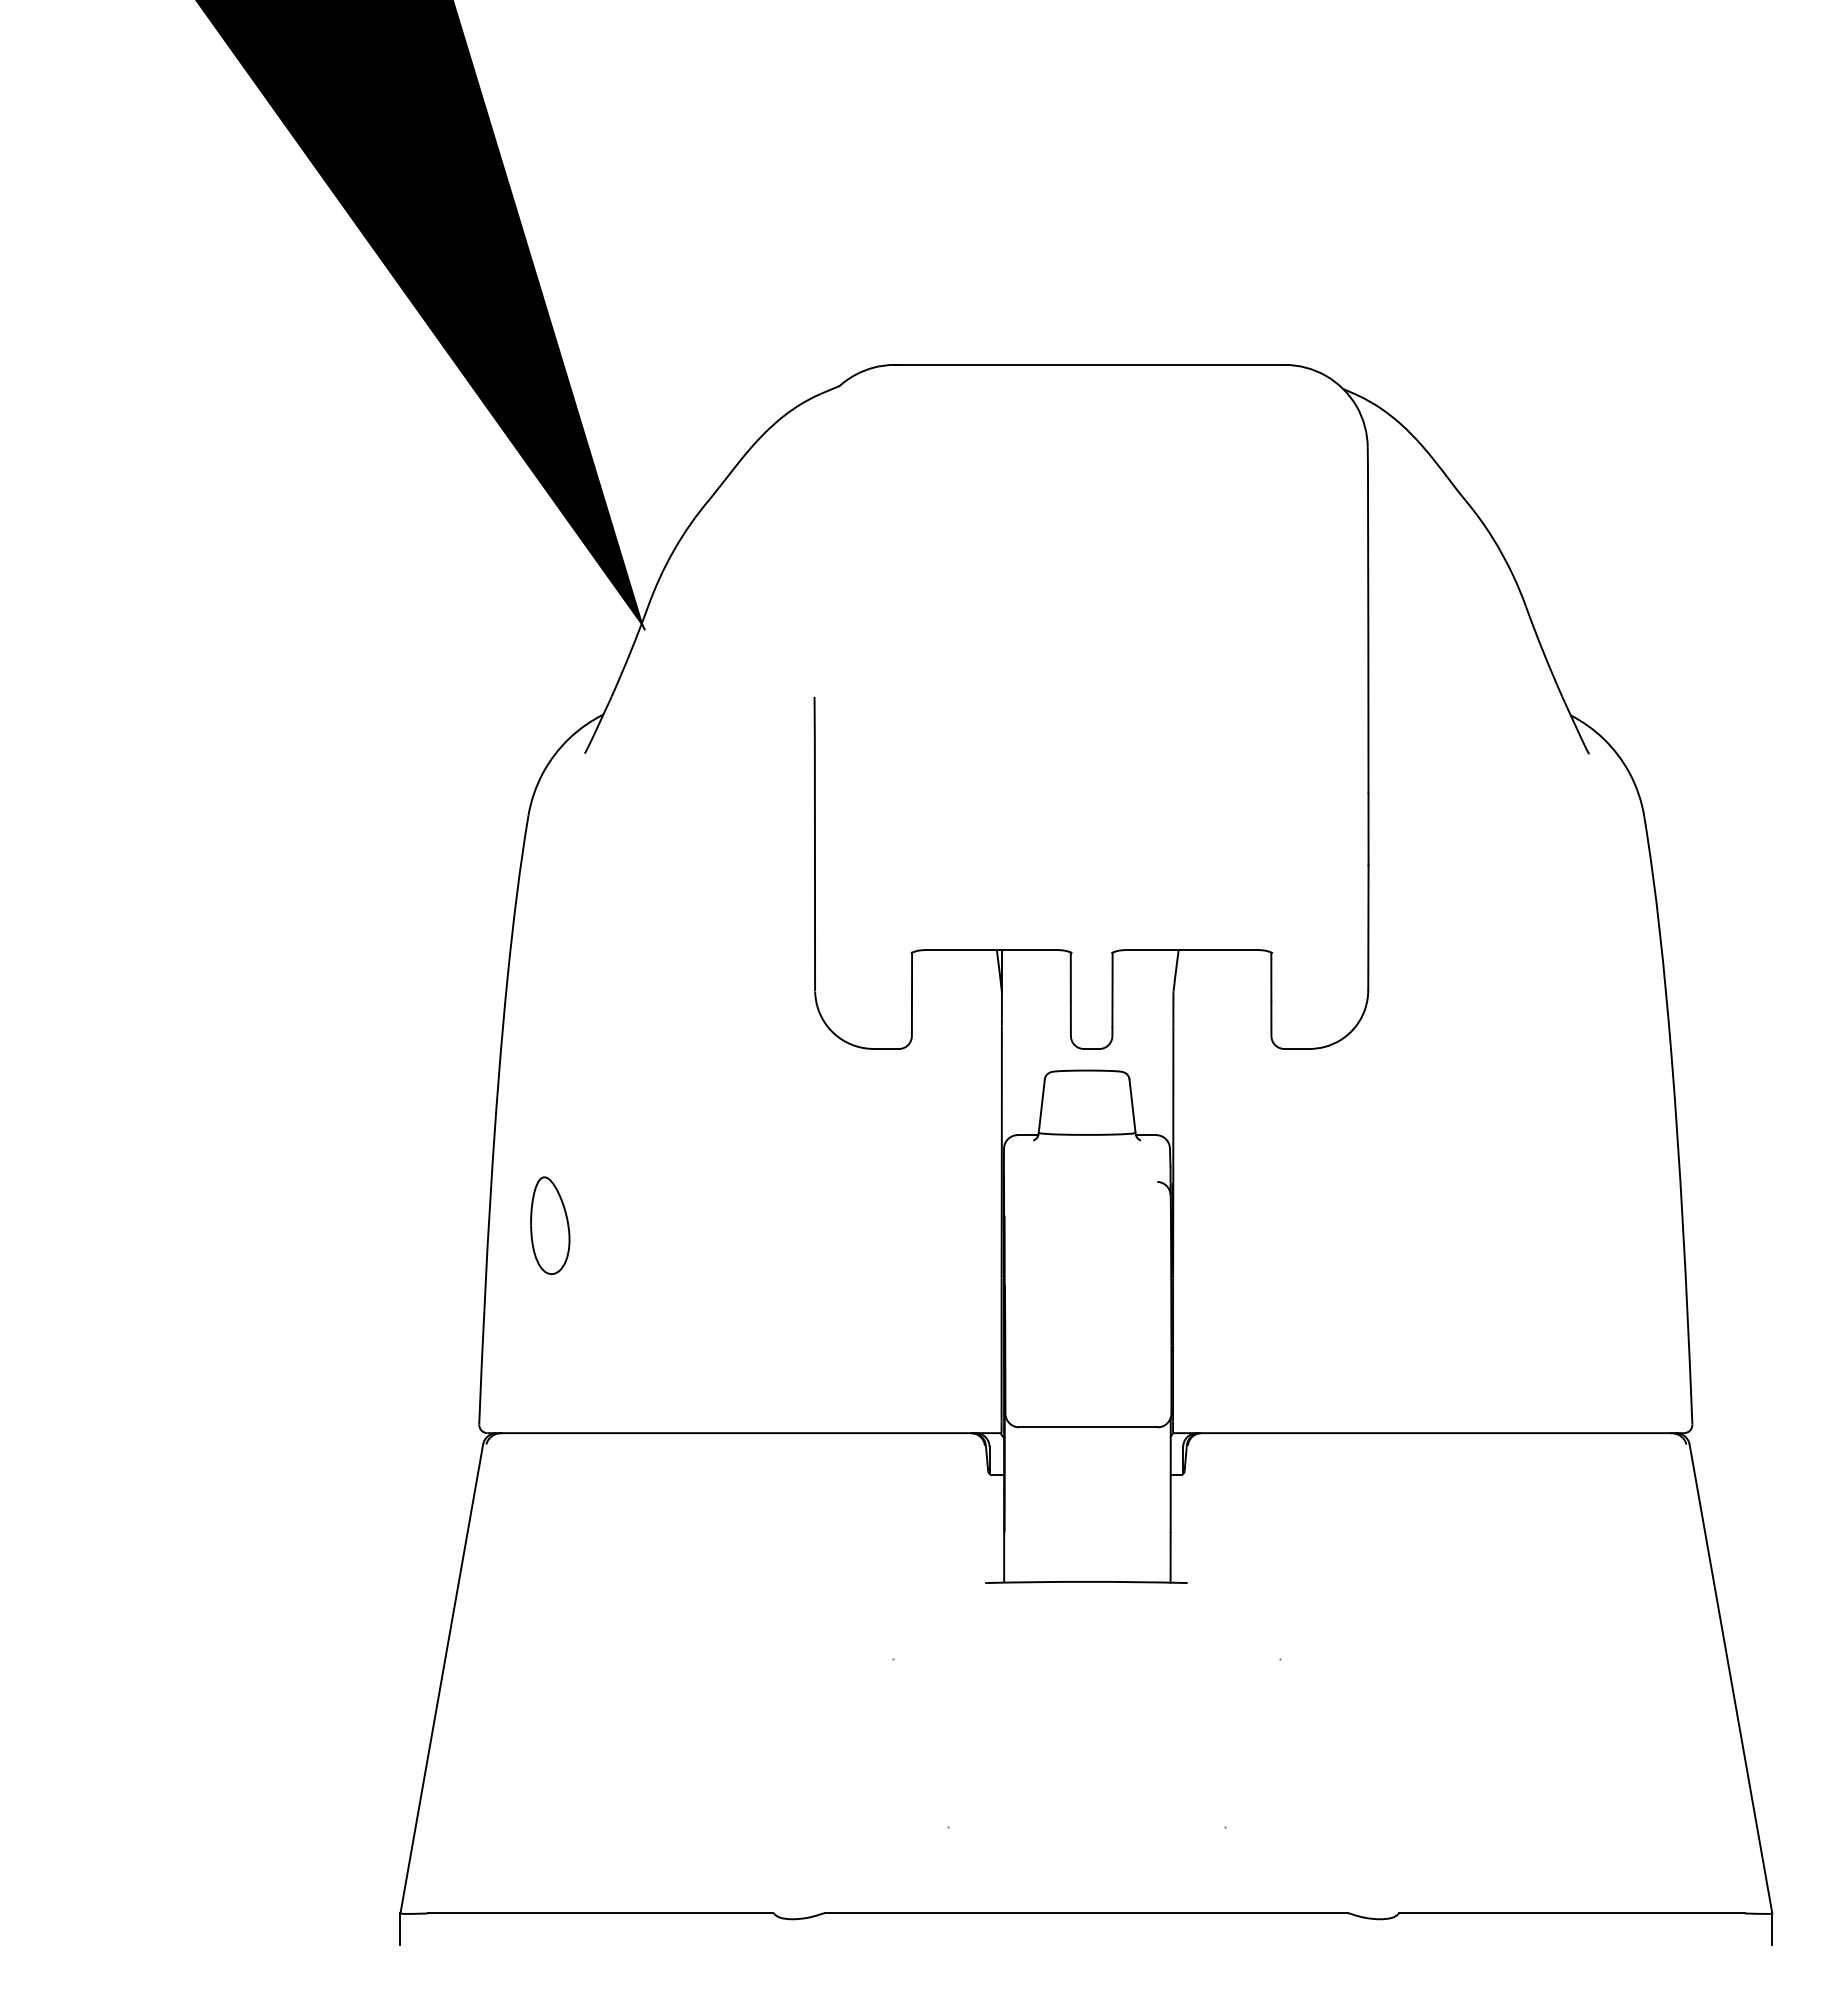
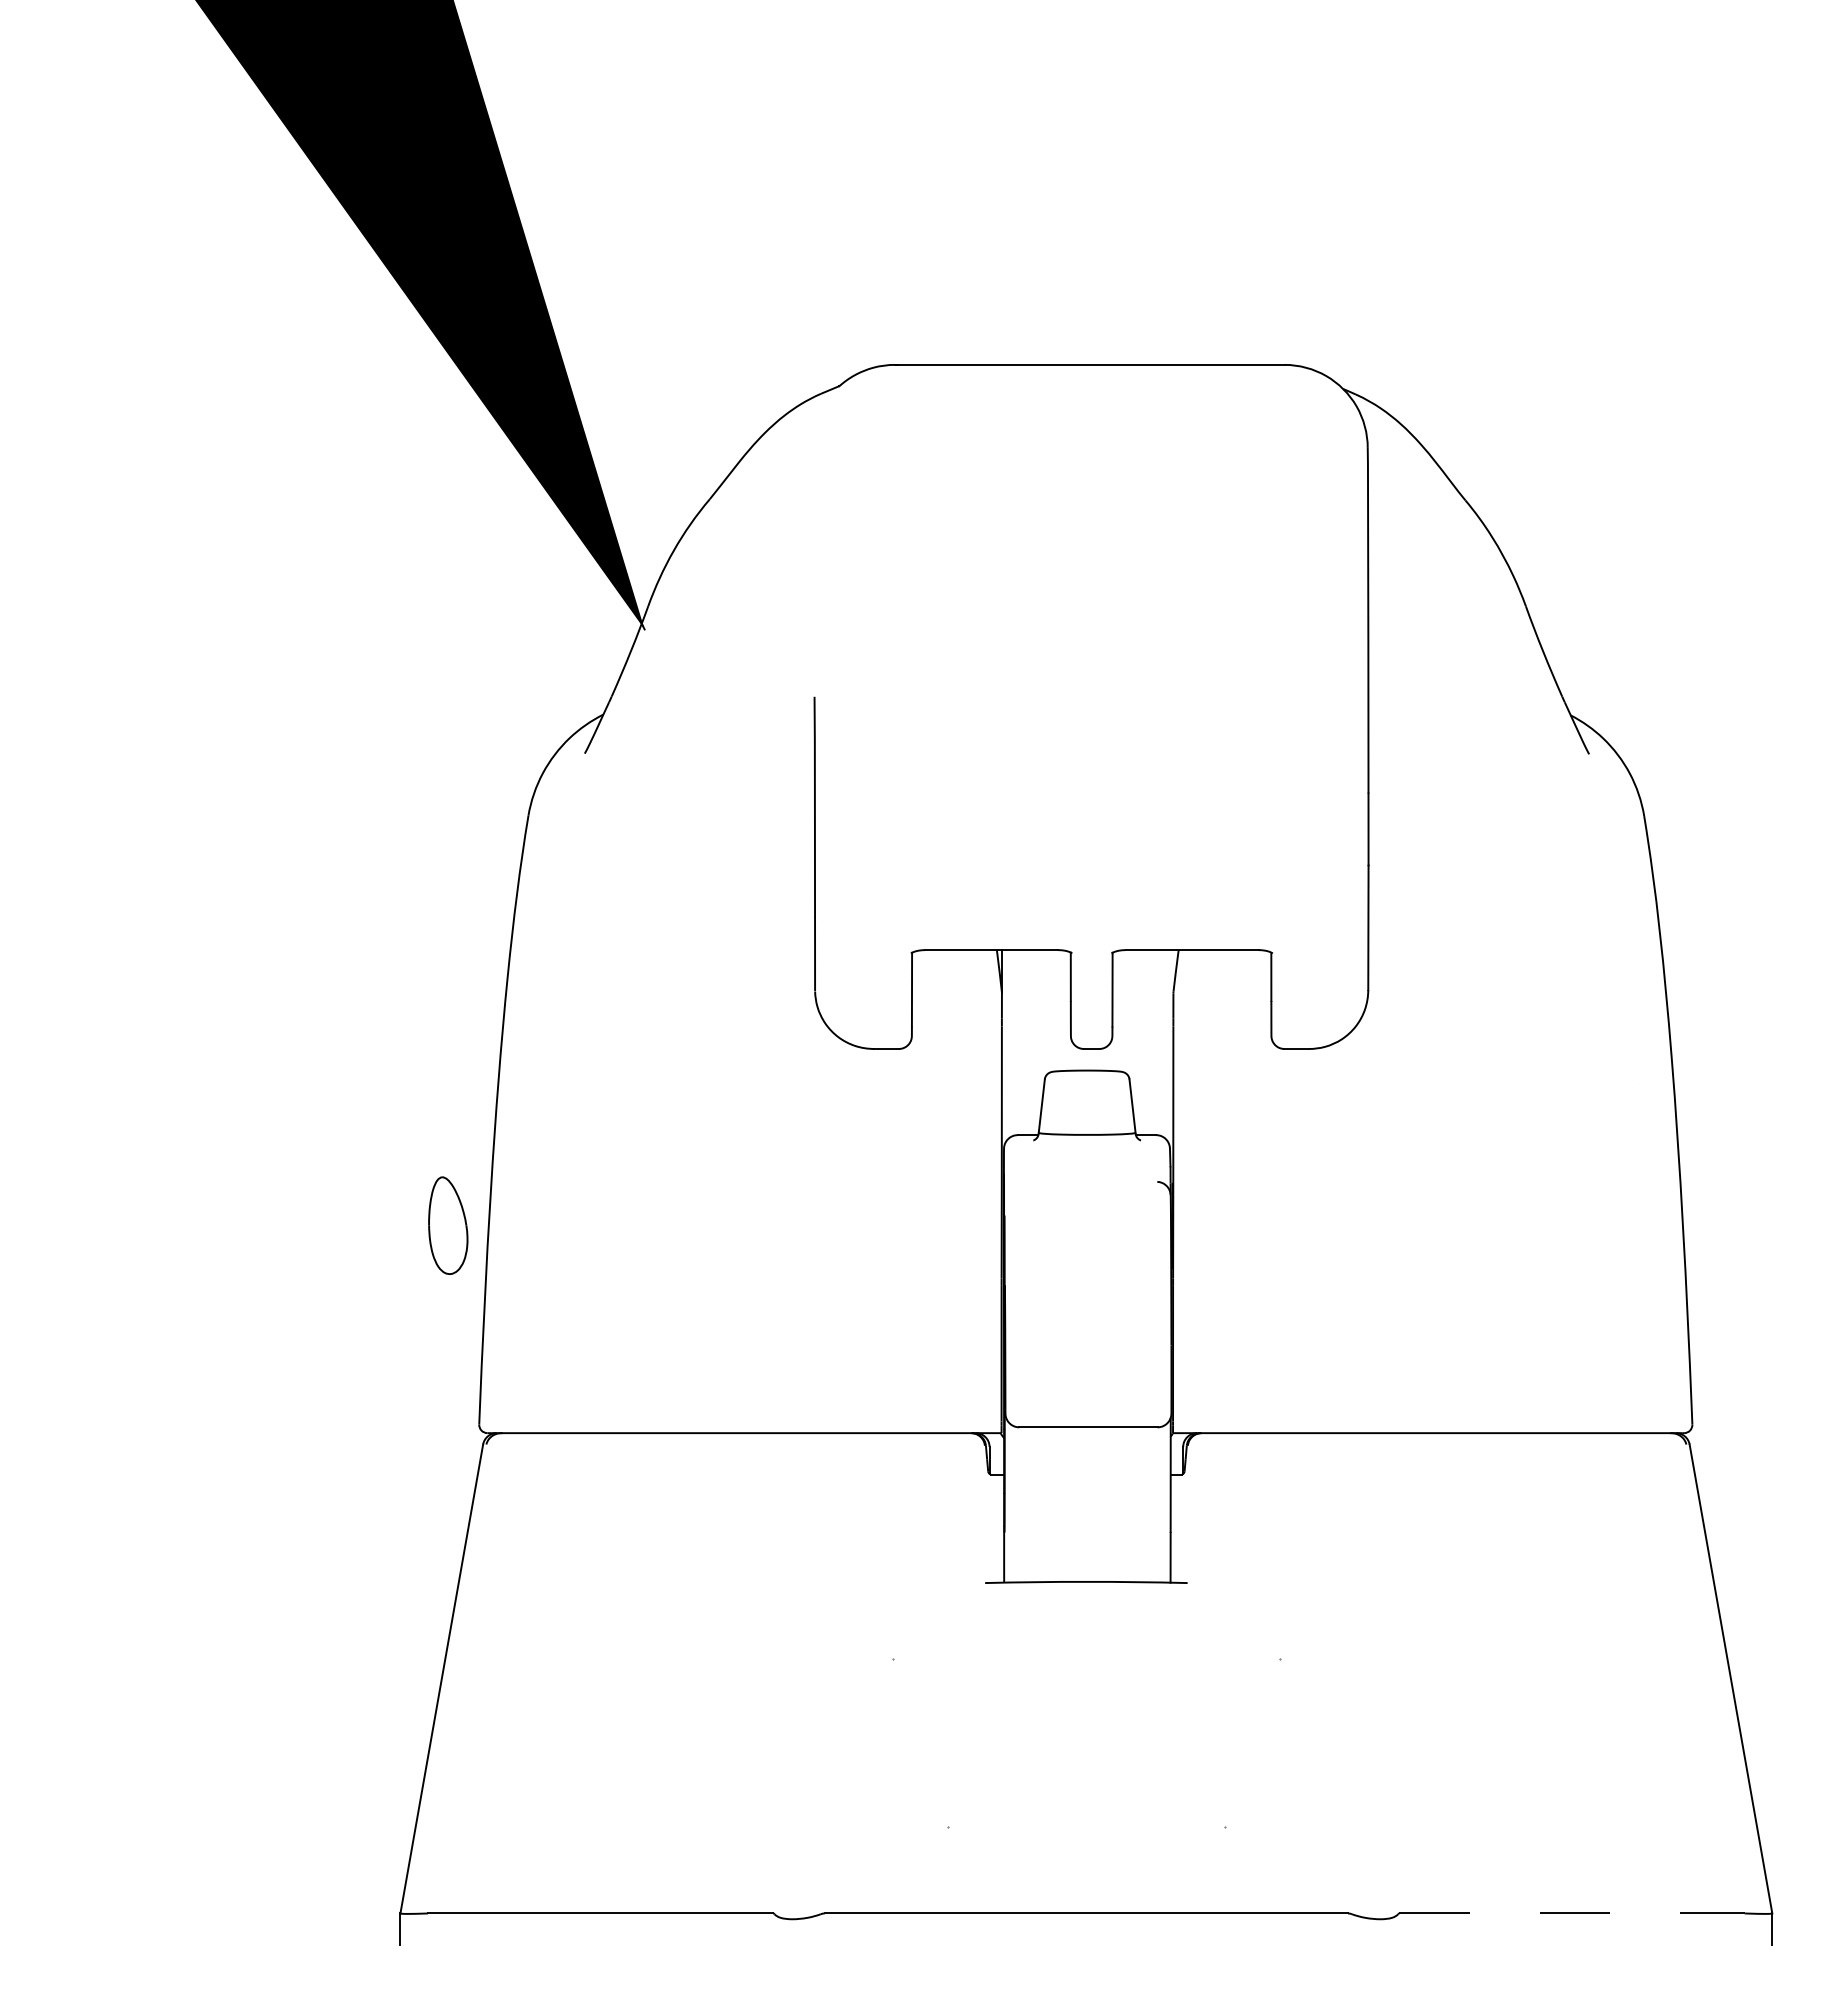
part at (550, 1225) position: (550, 1225) -> (448, 1225)
line at (1572, 1913): solid -> dashed
